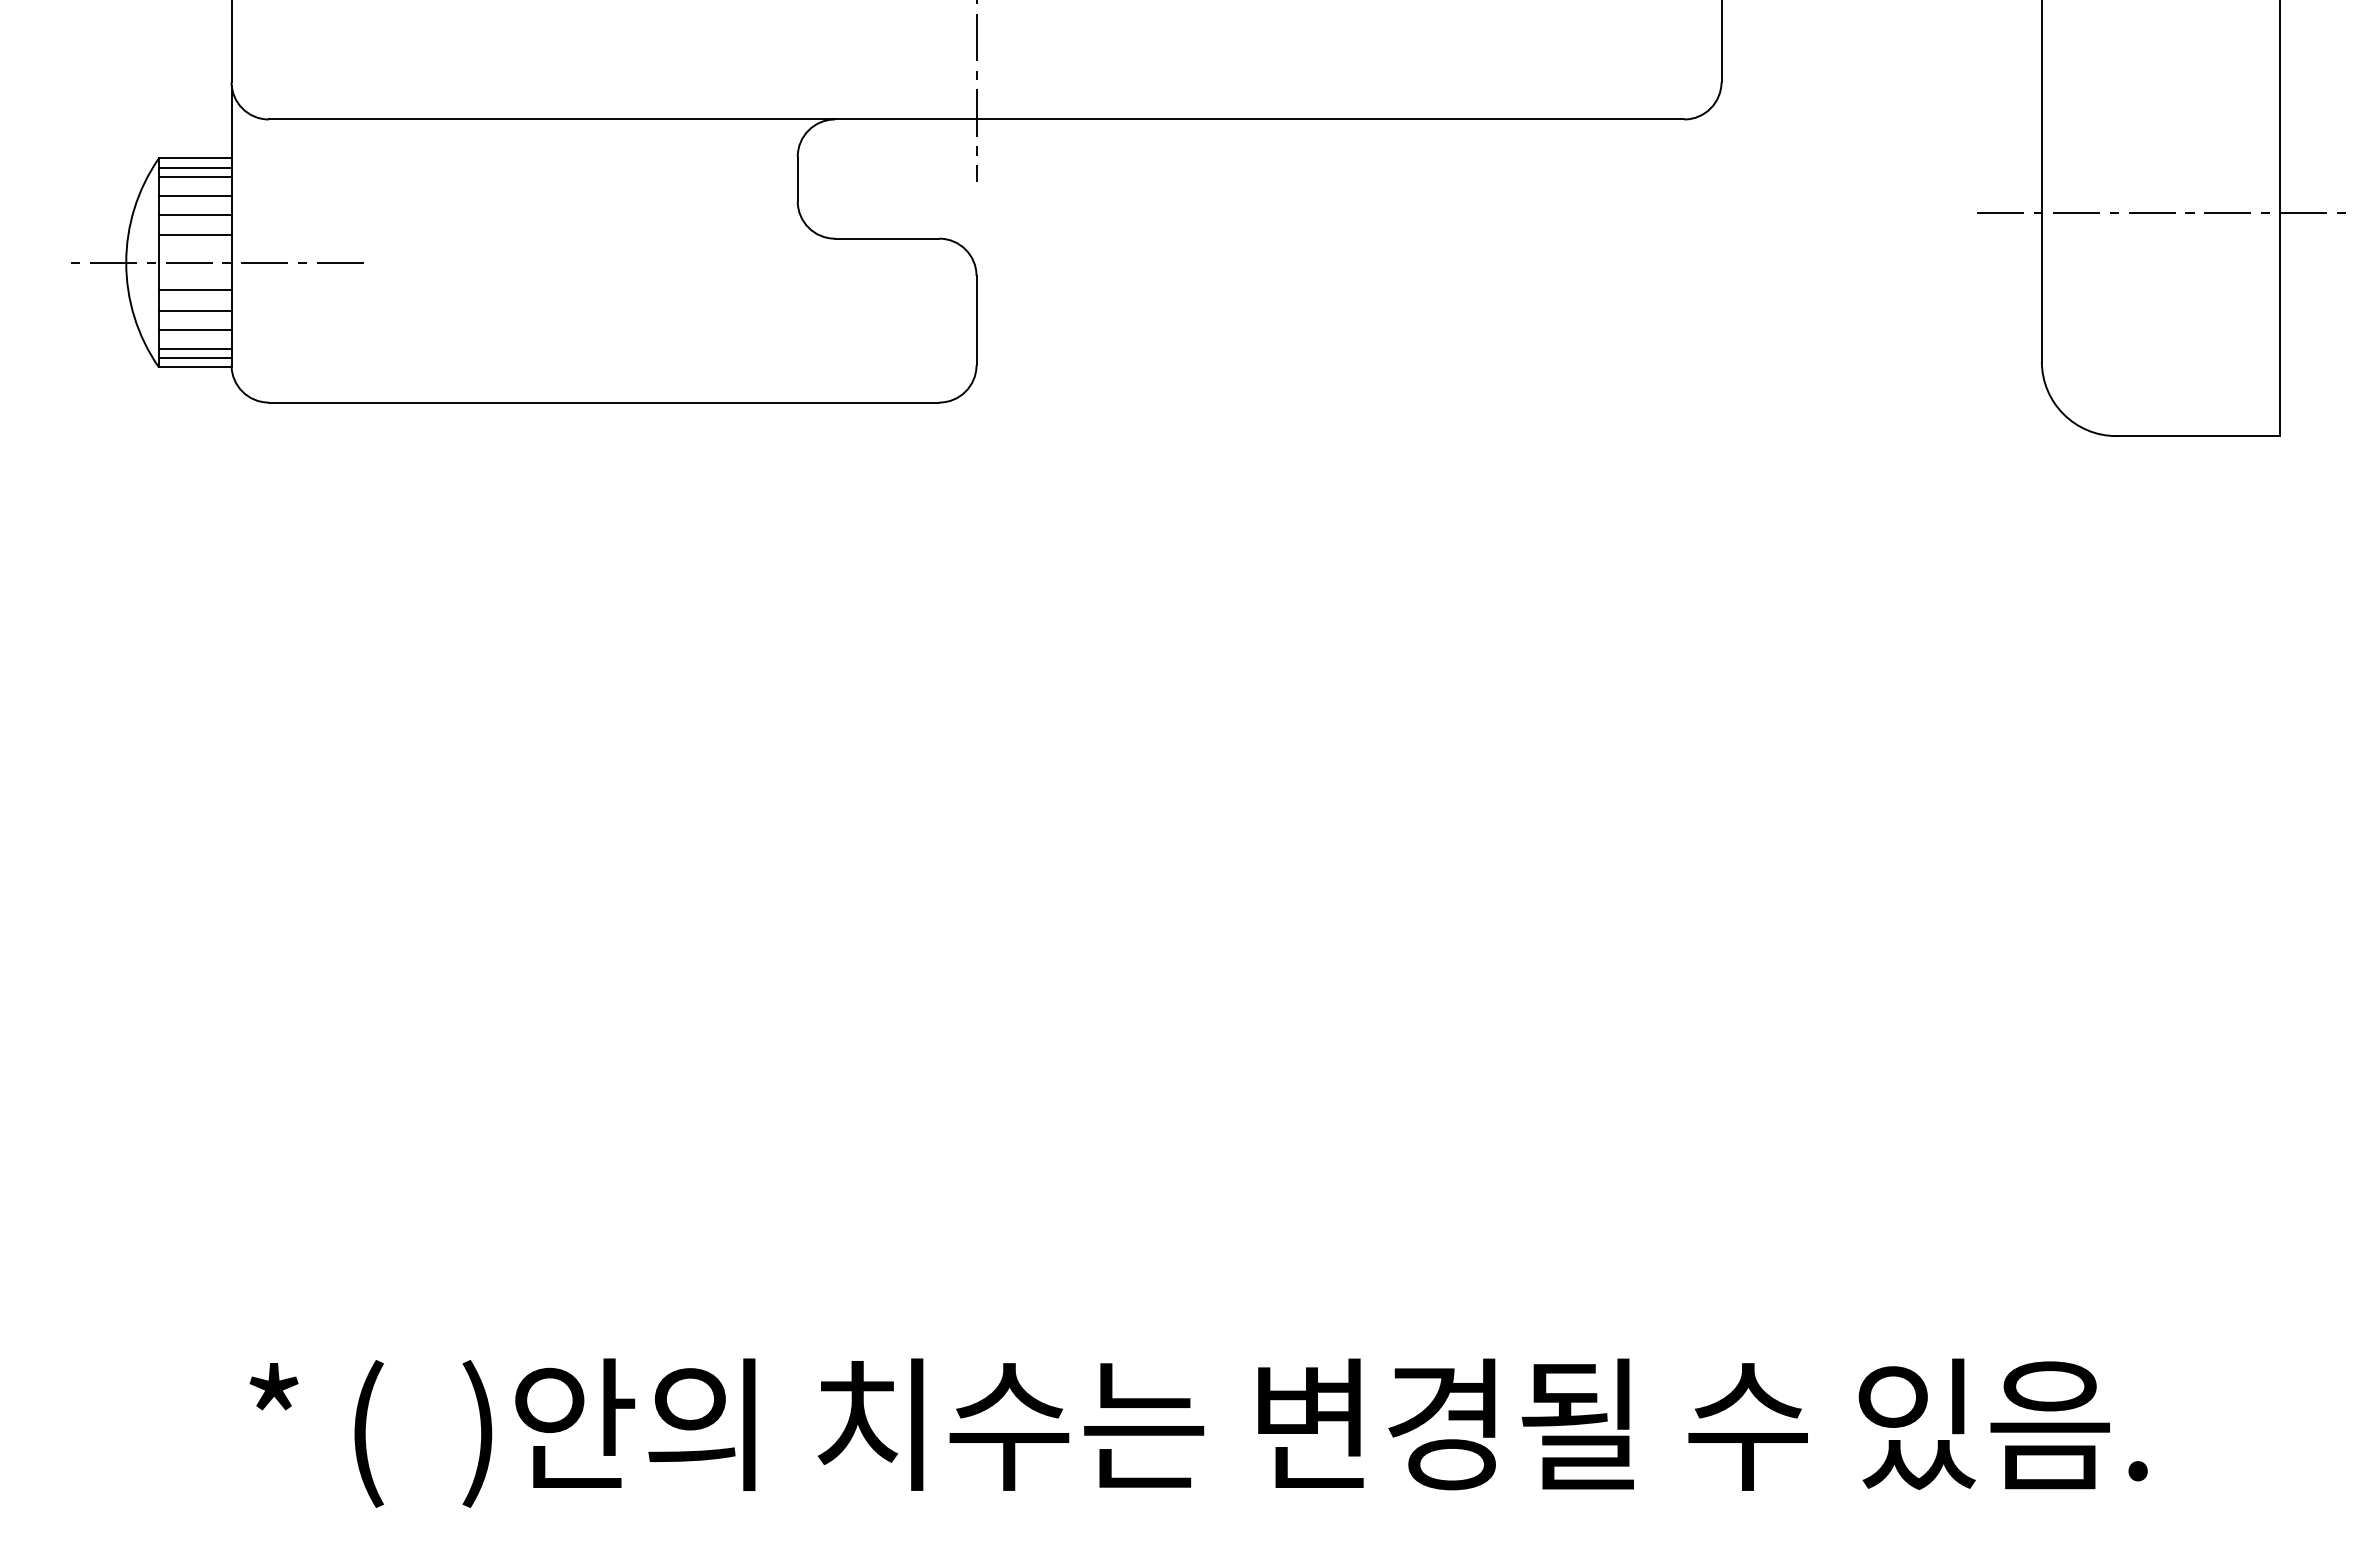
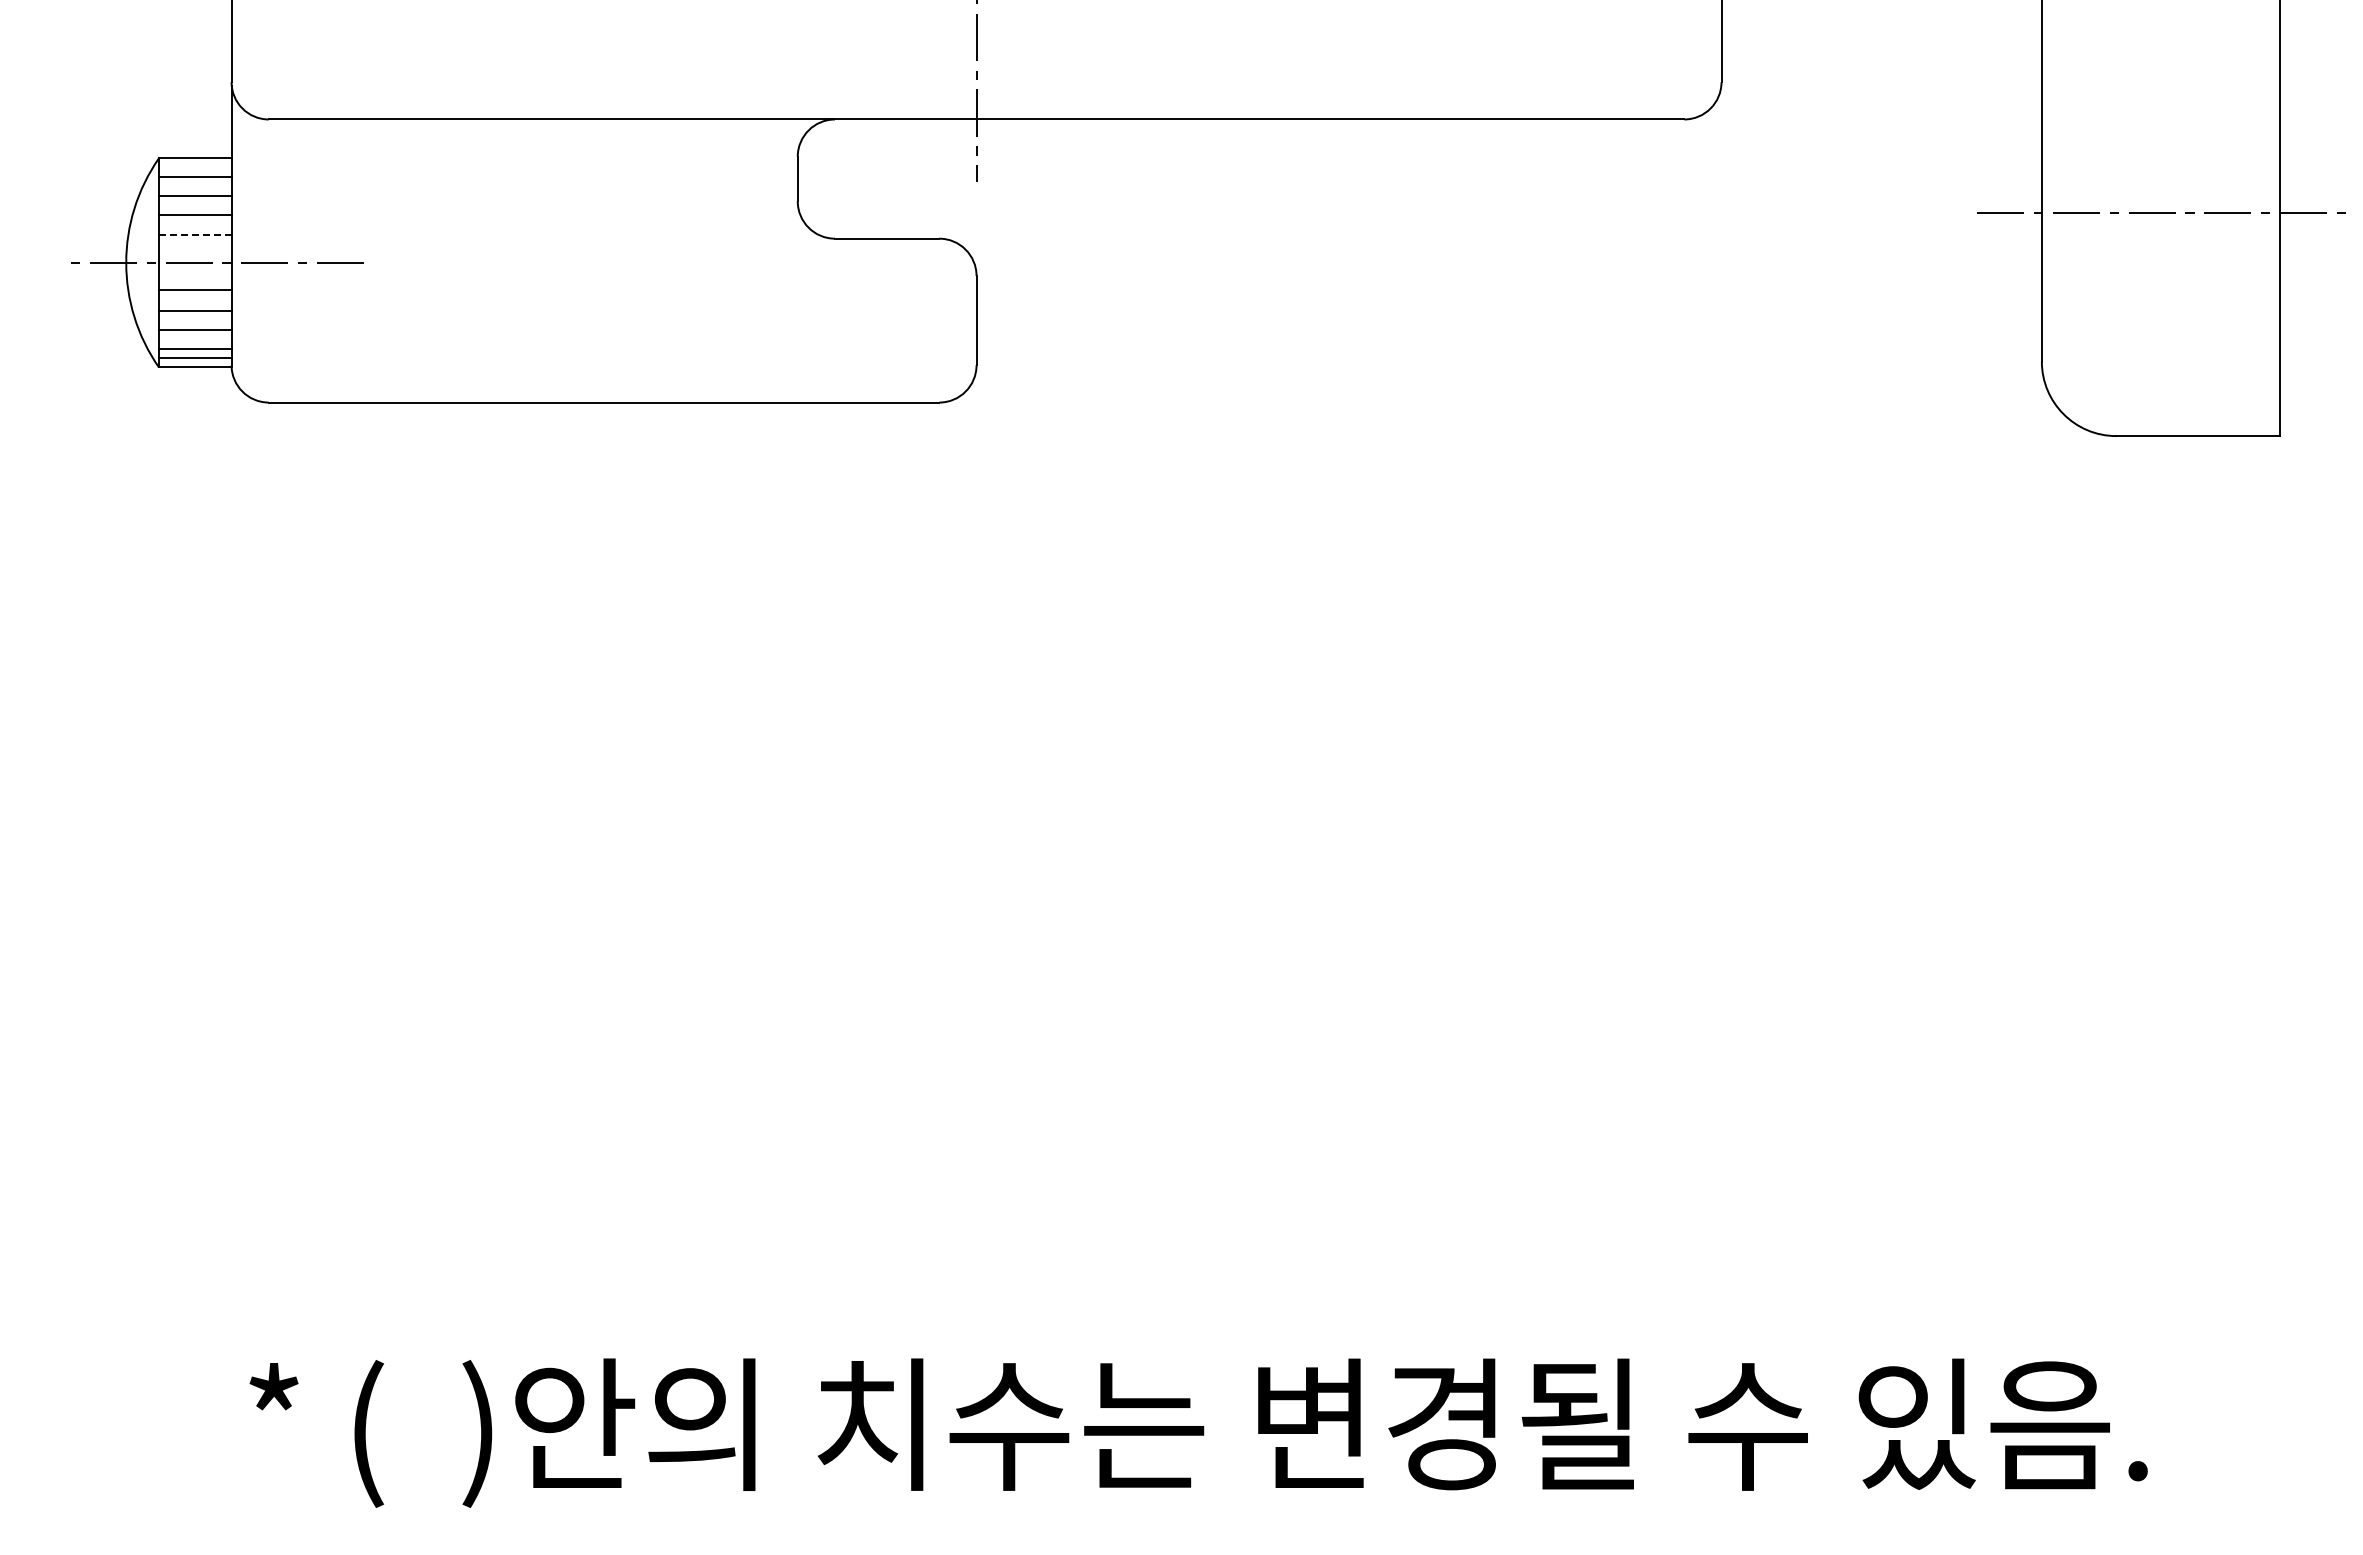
line at (195, 168): present -> none
line at (195, 235): solid -> dashed
